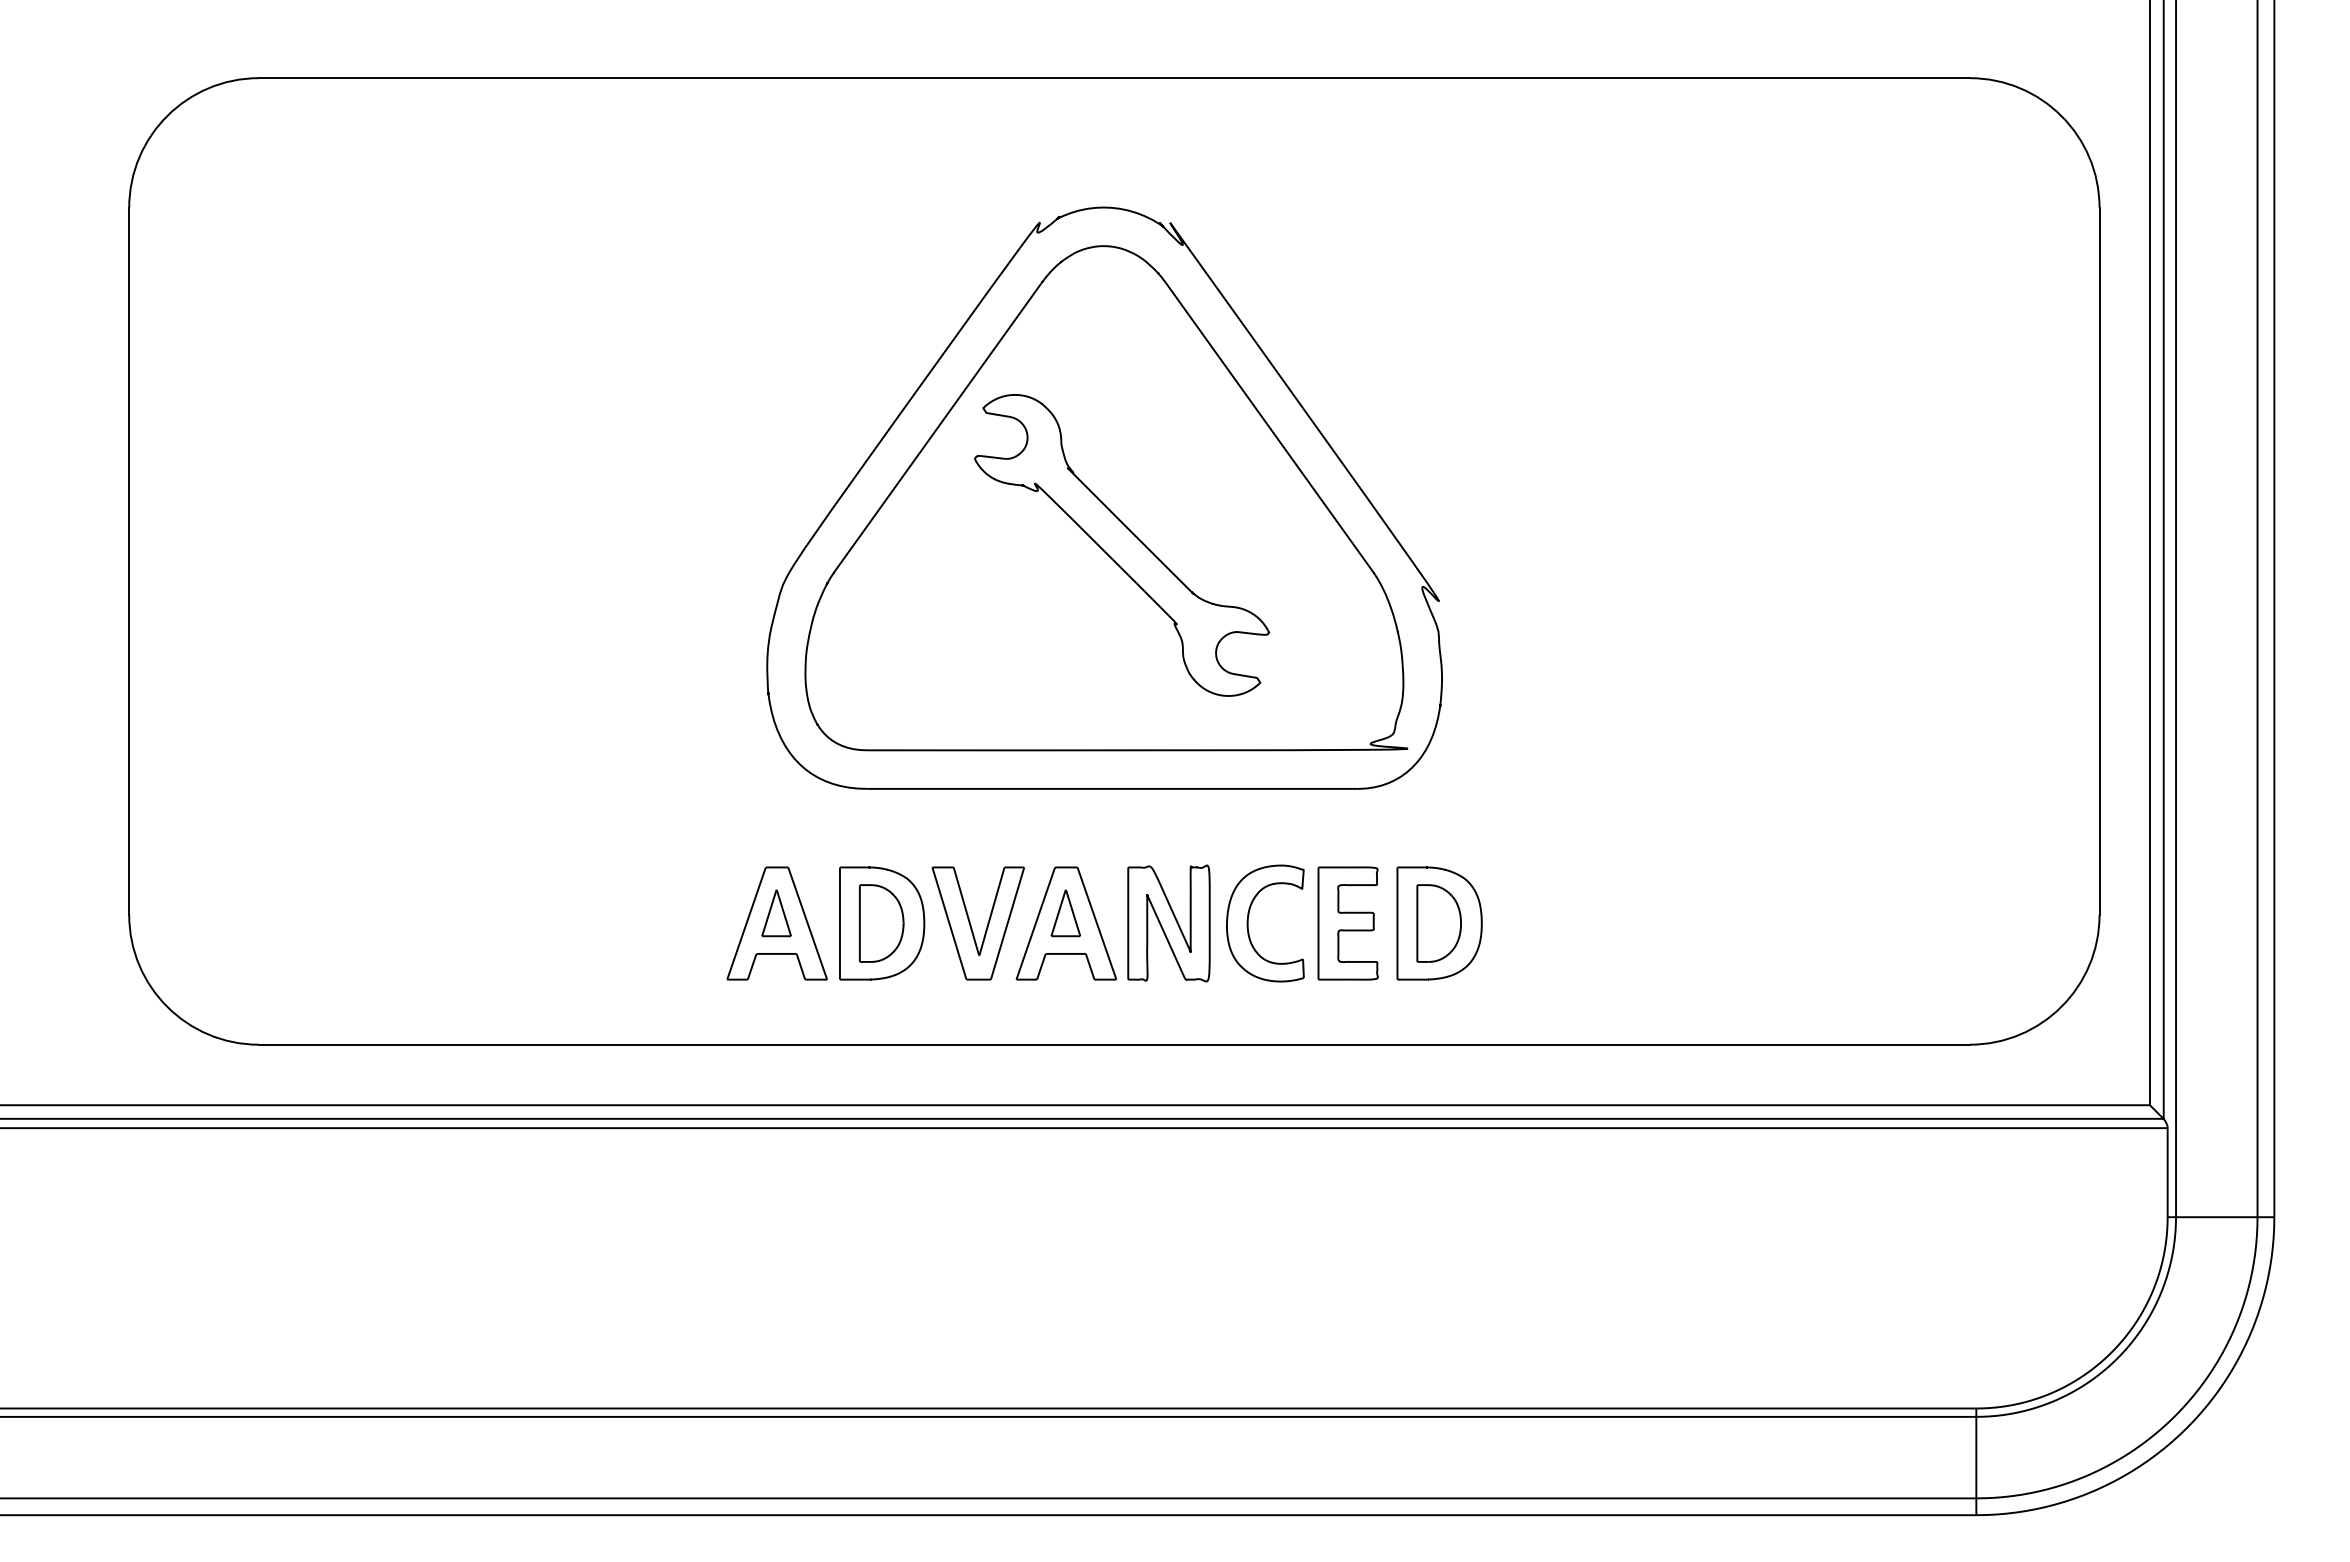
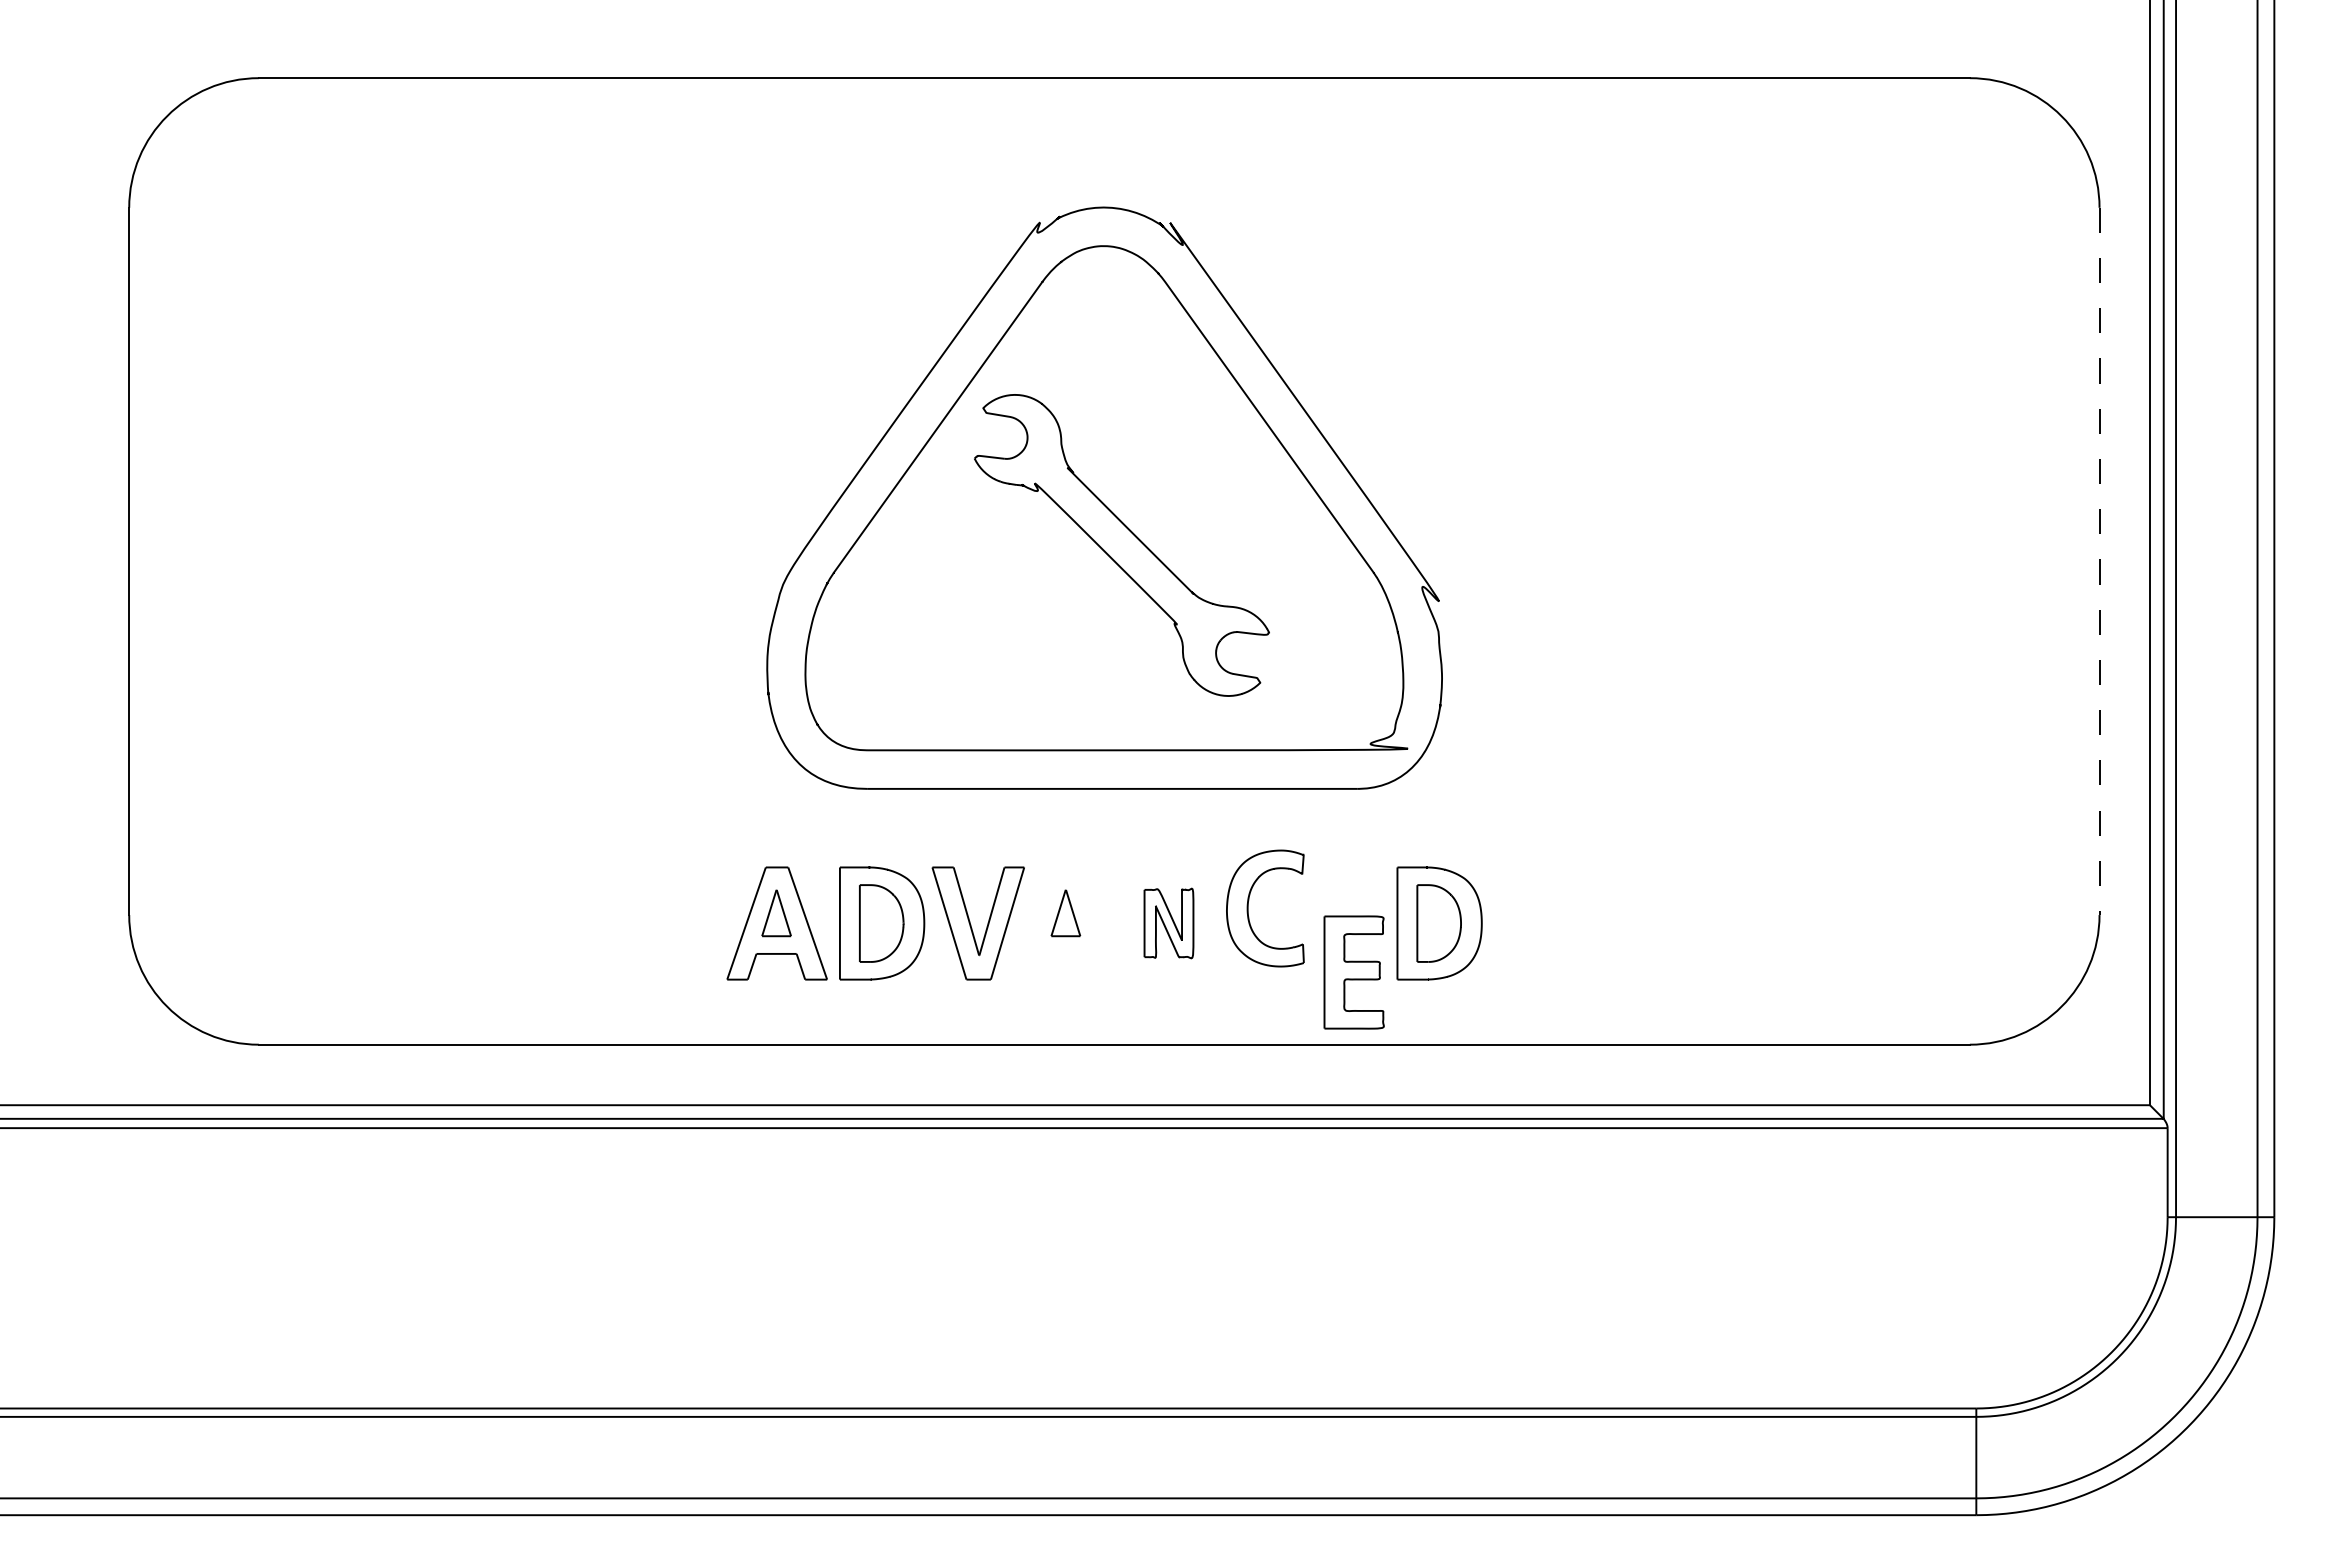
line at (2099, 561): solid -> dashed
part at (1065, 923): present -> none
part at (1168, 923) size: 84x119 px -> 52x73 px
part at (1248, 923) position: (1248, 923) -> (1248, 908)
part at (1347, 923) position: (1347, 923) -> (1353, 972)
